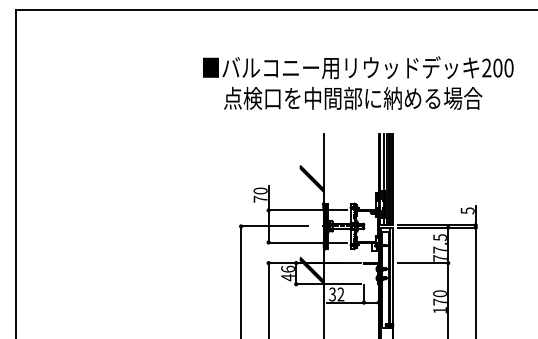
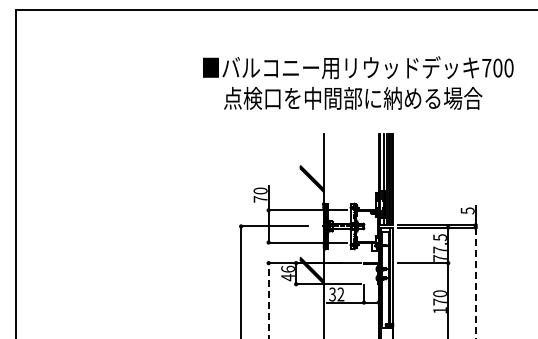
text at (486, 67): 200 -> 700
line at (475, 283): solid -> dashed
line at (268, 300): solid -> dashed
